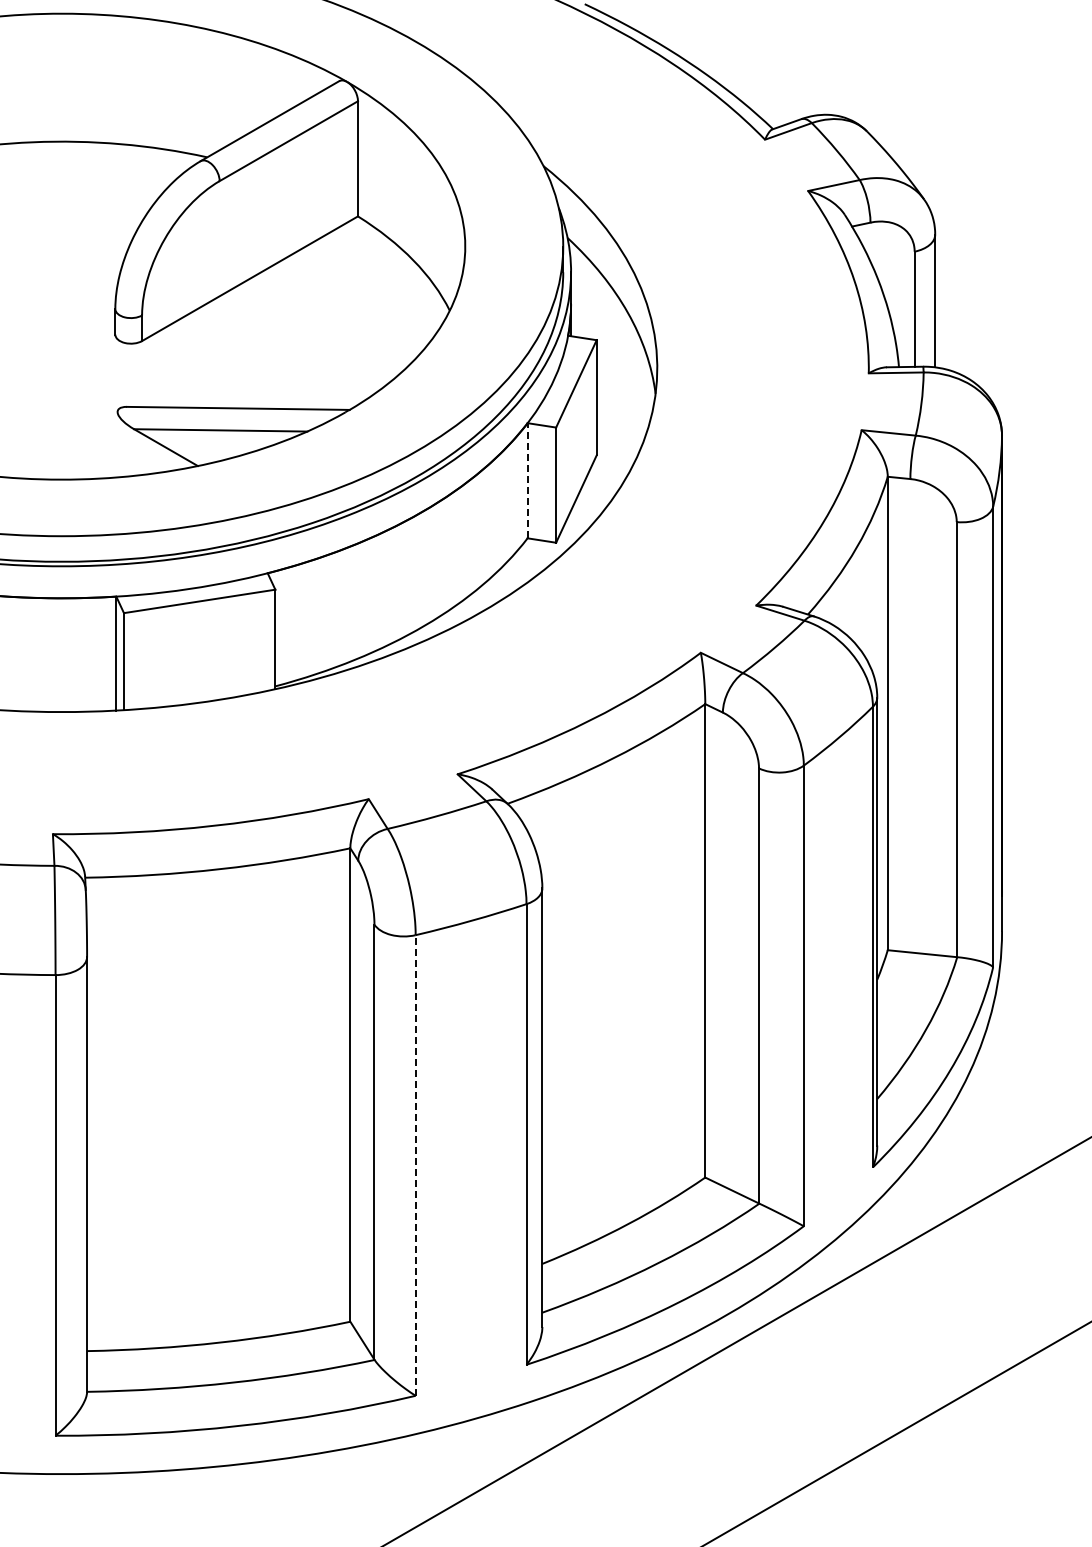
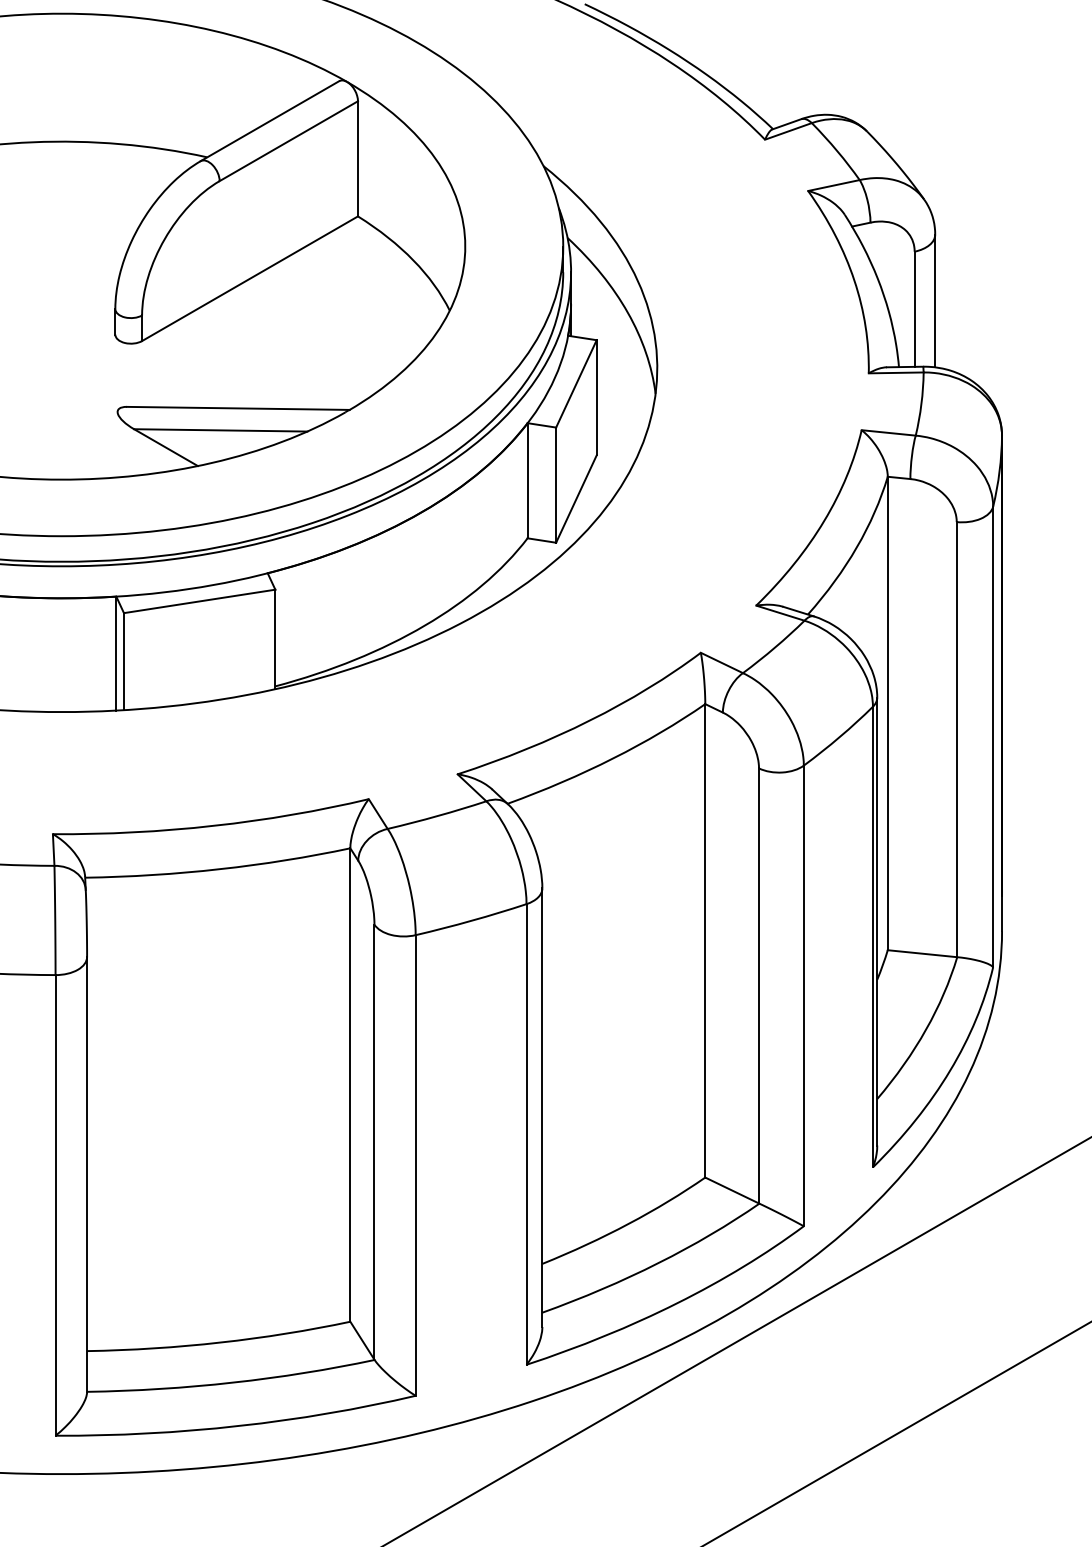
line at (527, 480): dashed -> solid
line at (415, 1165): dashed -> solid
